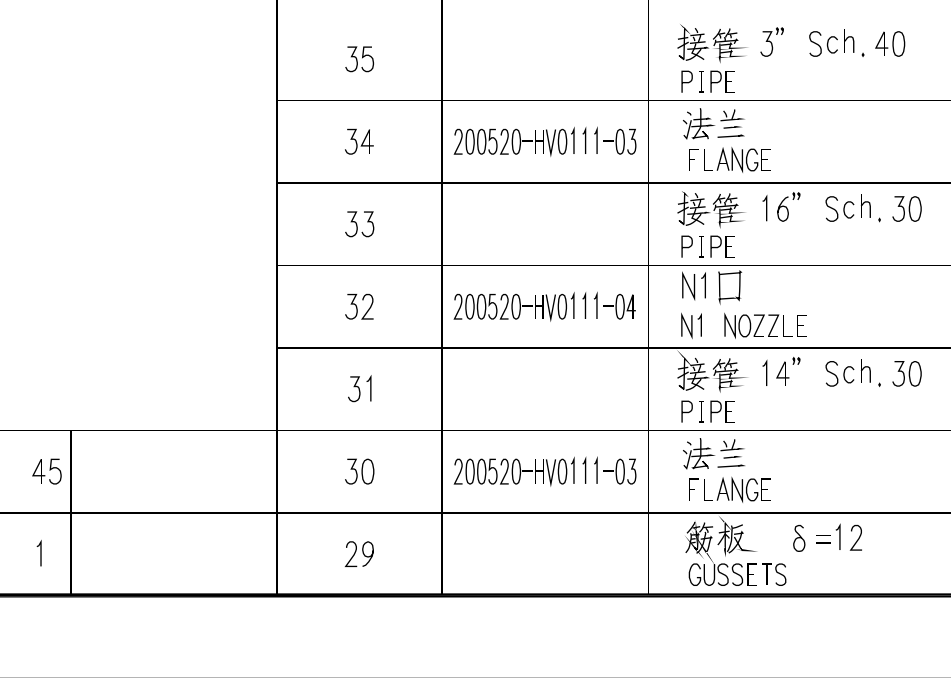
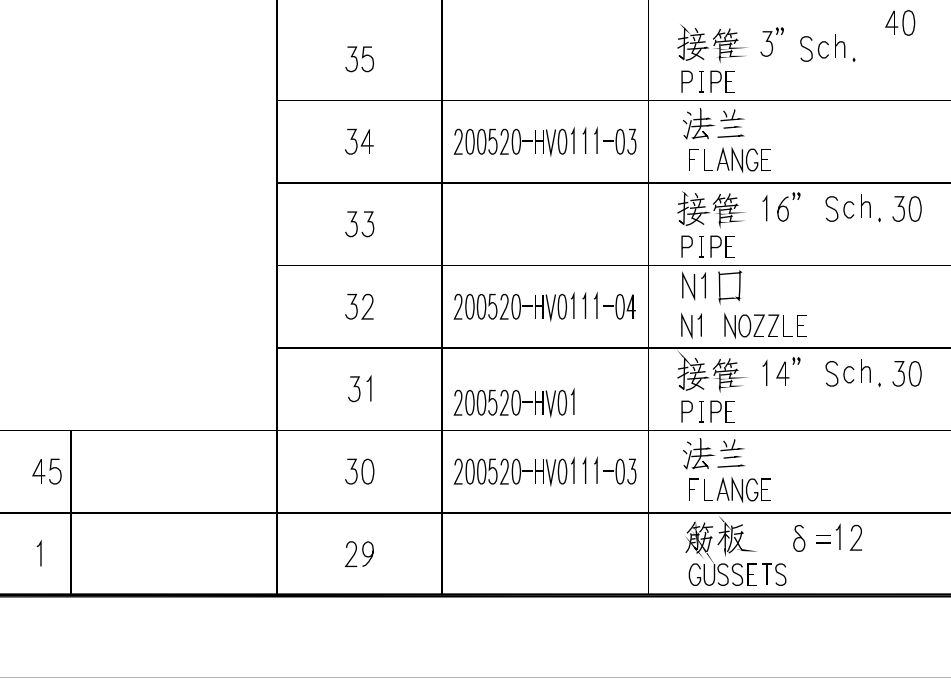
part at (836, 42) position: (836, 42) -> (827, 47)
part at (890, 43) position: (890, 43) -> (900, 22)
part at (513, 402): none -> present
